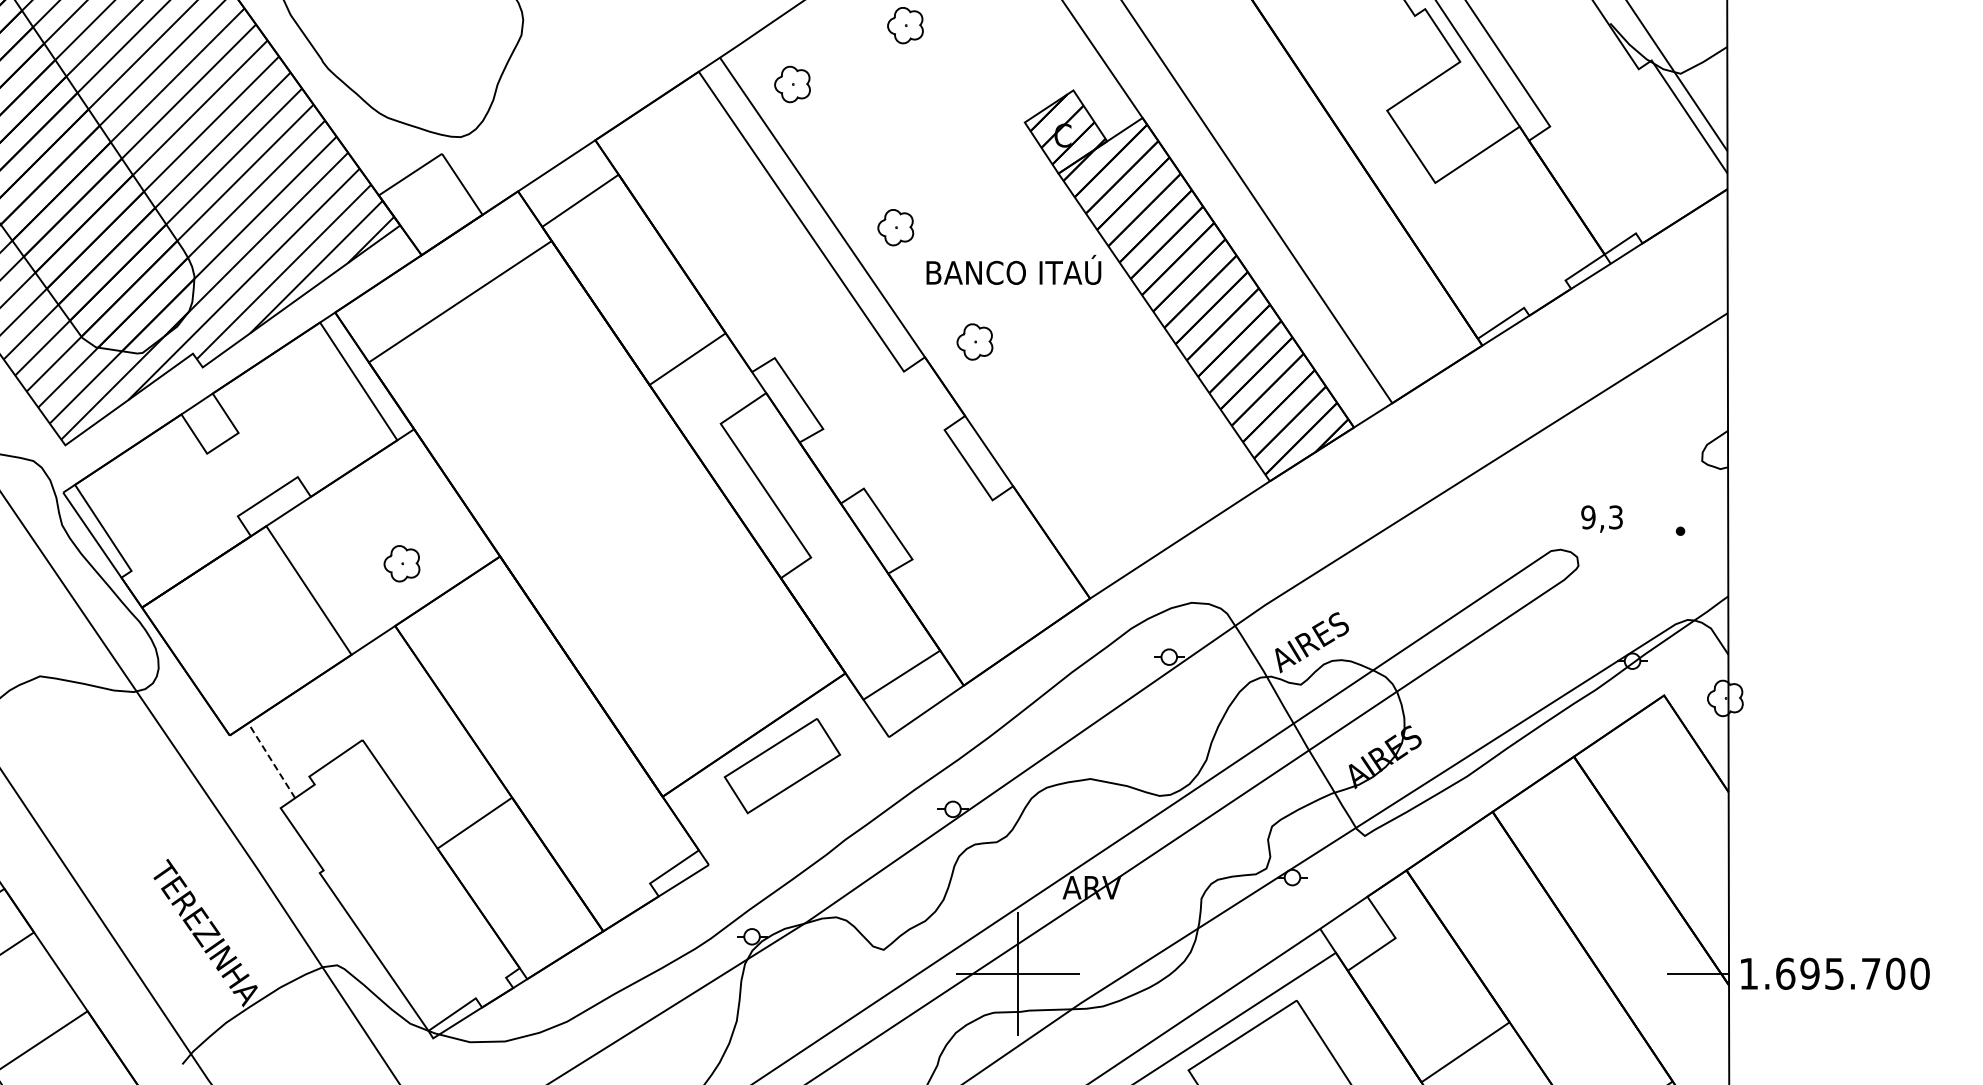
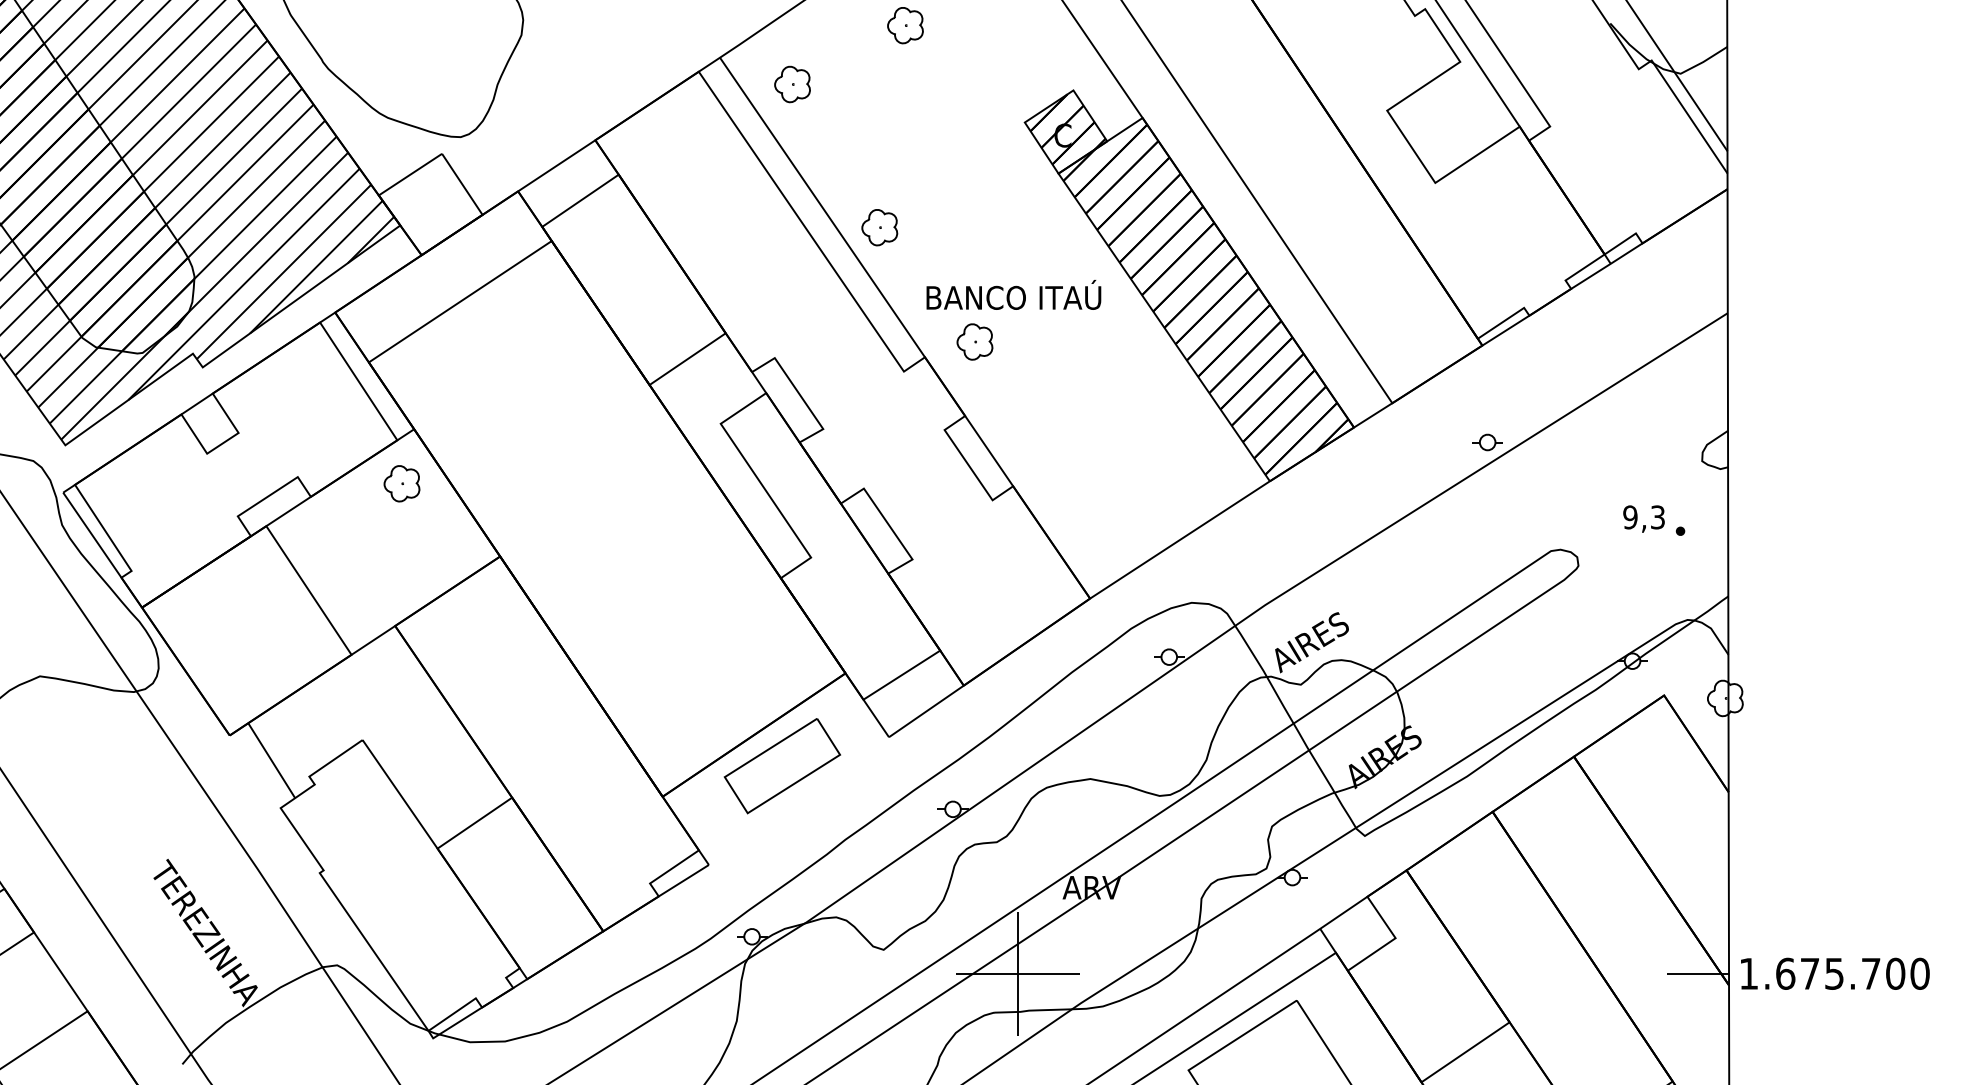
part at (895, 227) position: (895, 227) -> (879, 227)
text at (1013, 269) position: (1013, 269) -> (1013, 294)
part at (1487, 442): none -> present
text at (1601, 518) position: (1601, 518) -> (1643, 518)
part at (401, 563) position: (401, 563) -> (401, 483)
line at (271, 760): dashed -> solid
text at (1809, 973): 1.695.700 -> 1.675.700
